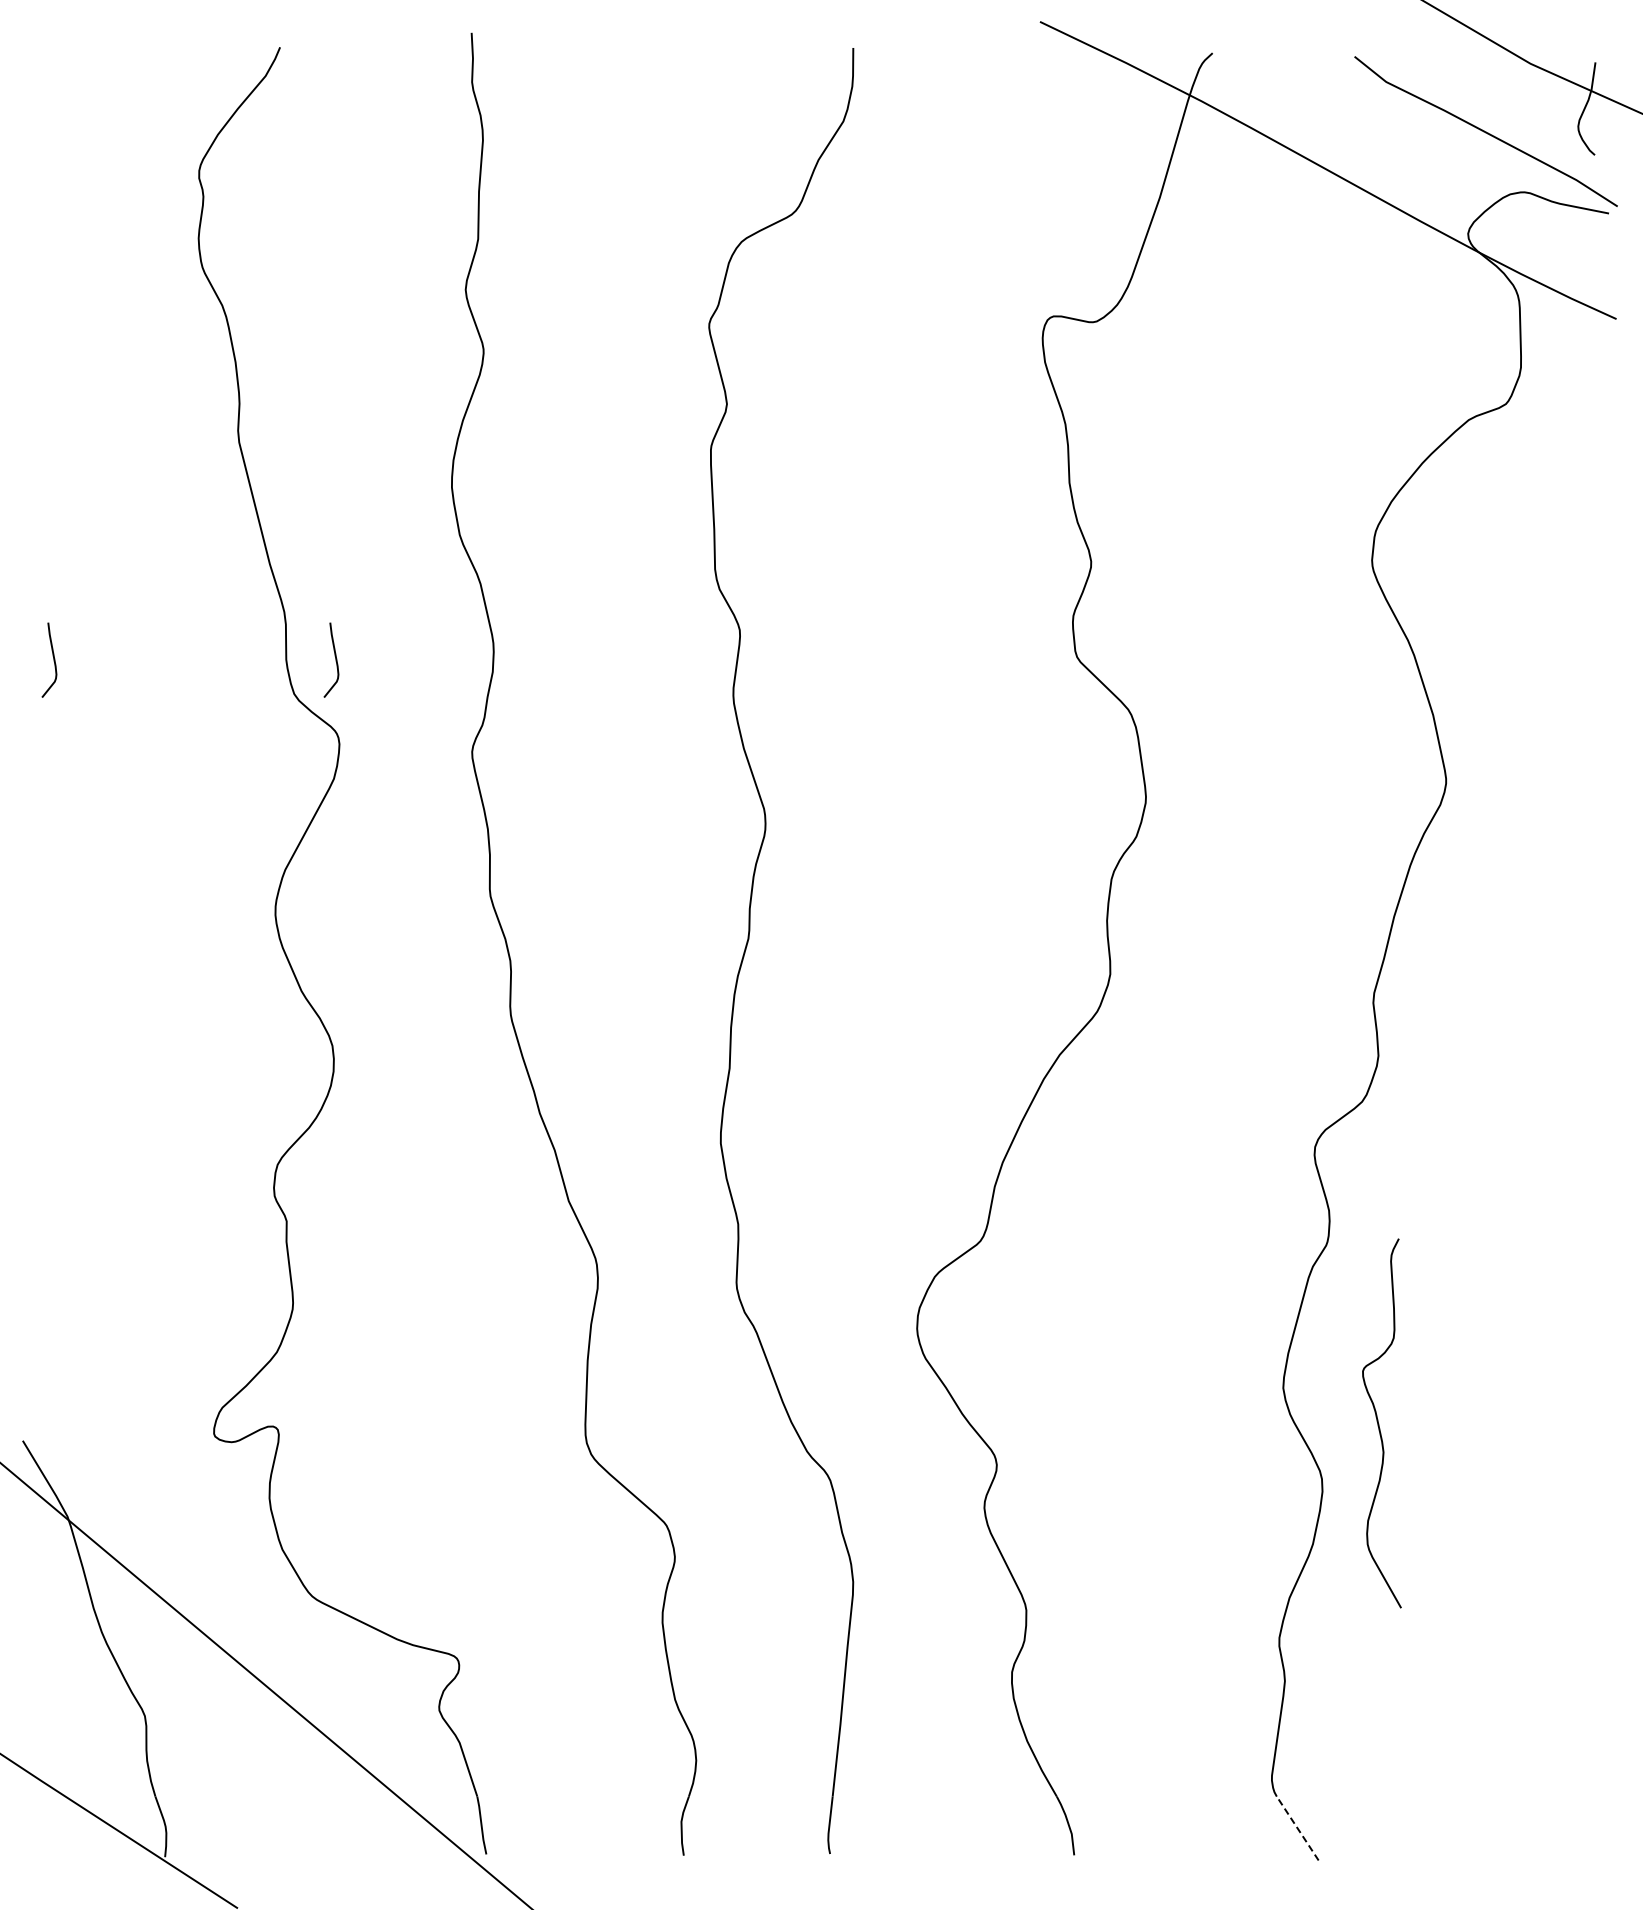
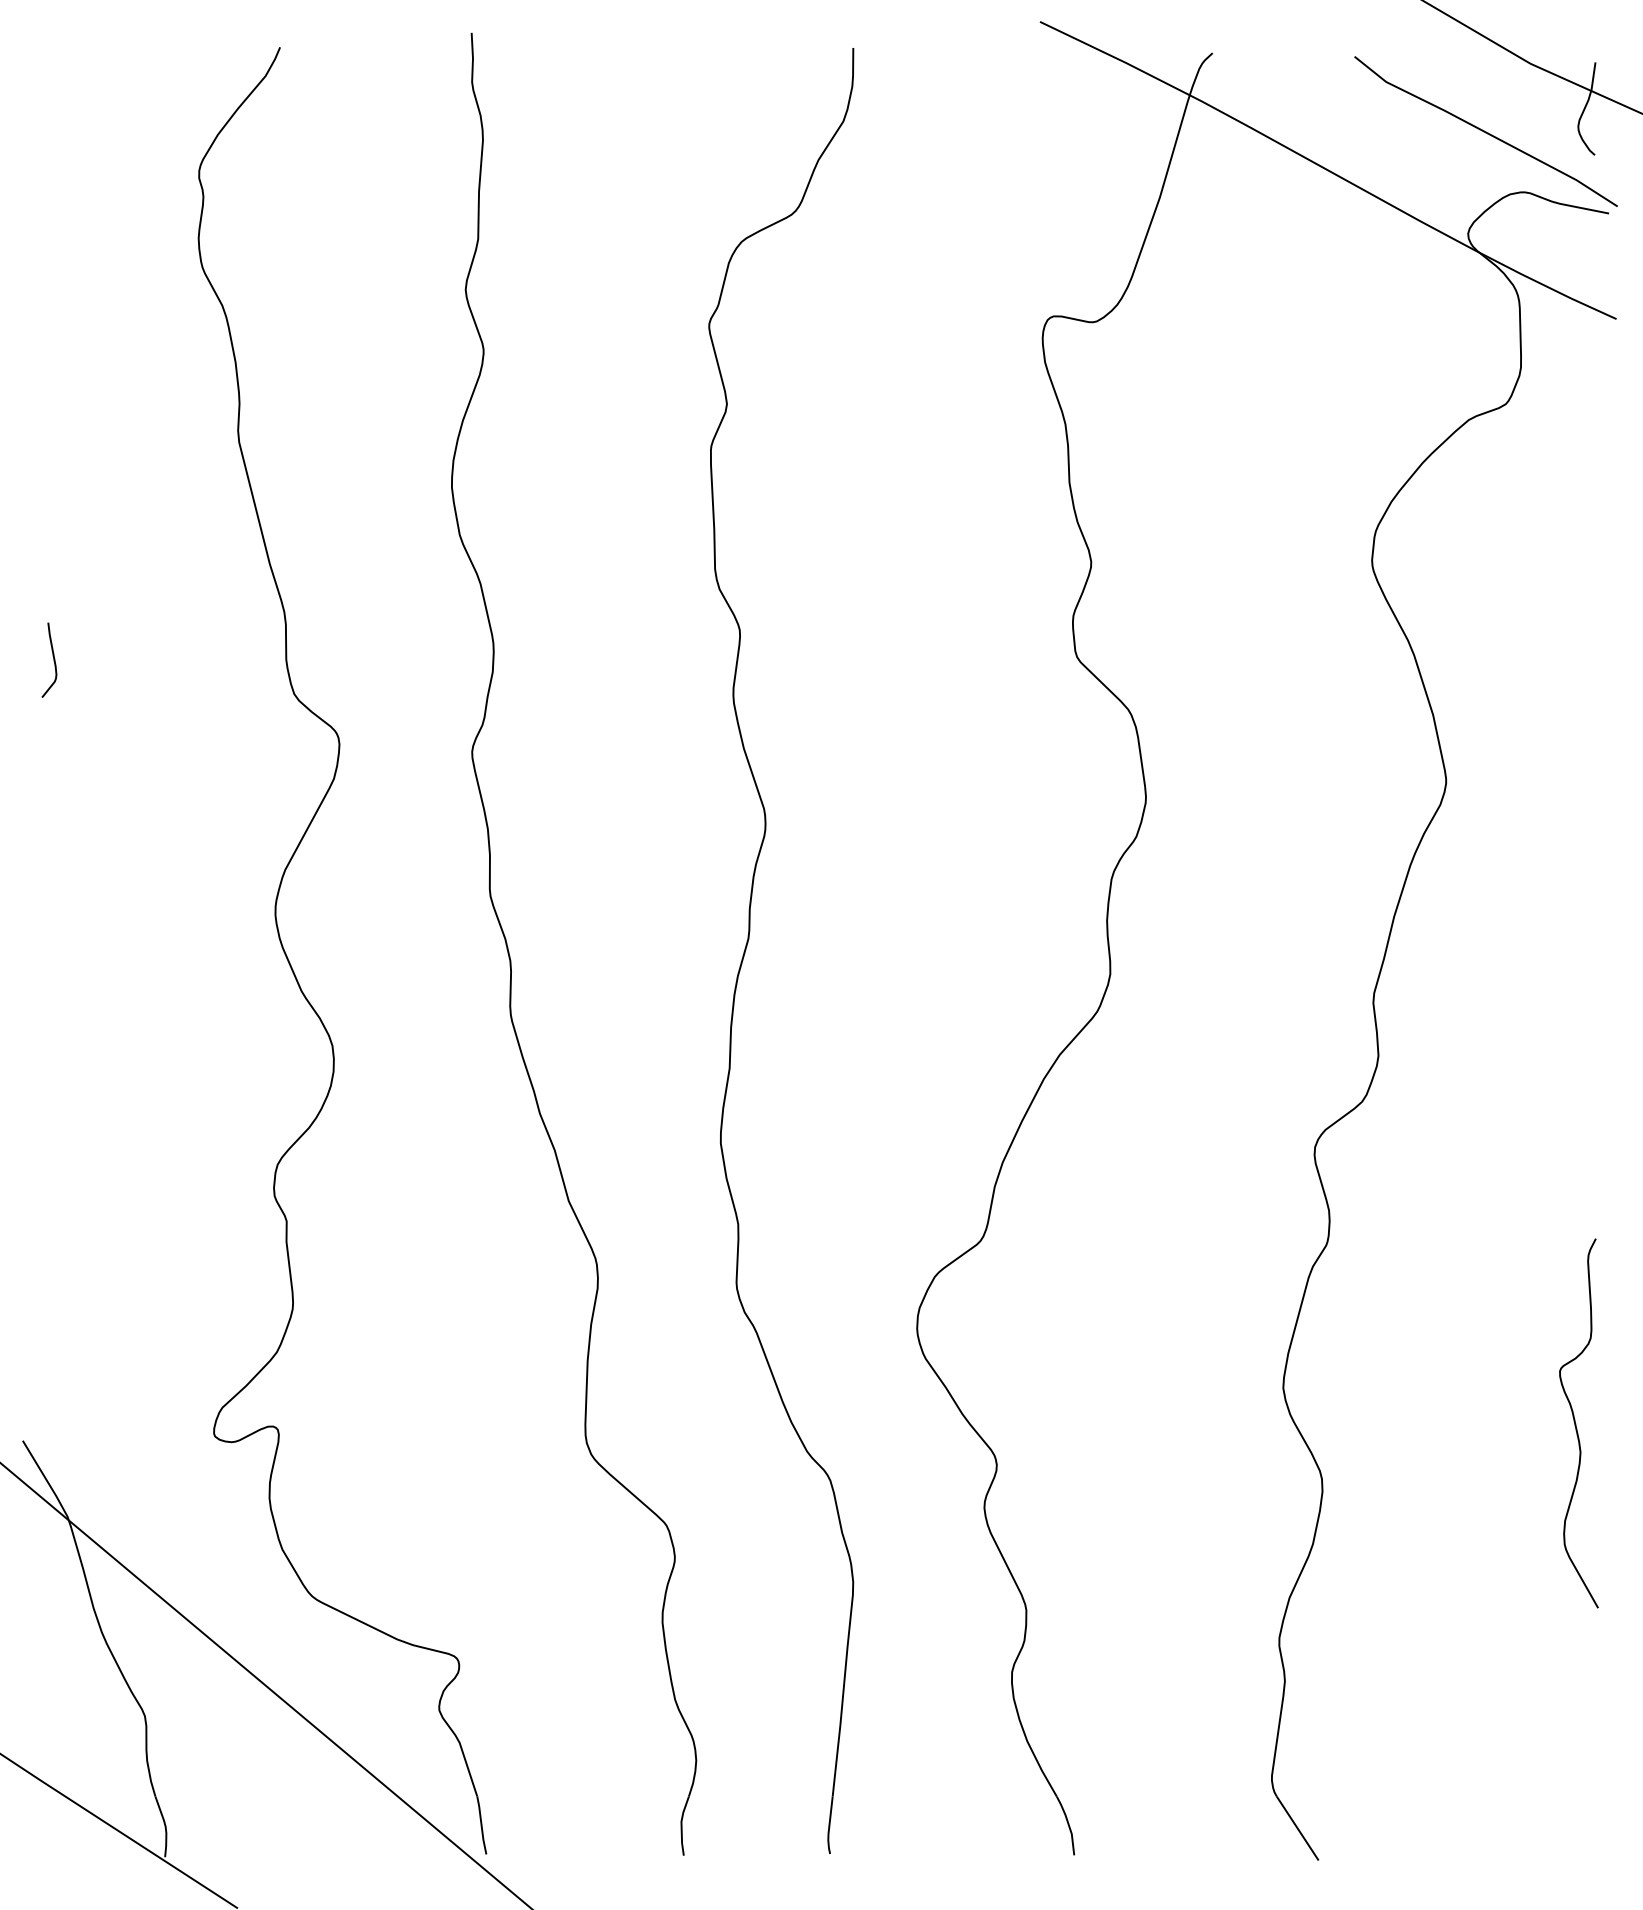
curve at (335, 659): present -> none
curve at (1379, 1423) position: (1379, 1423) -> (1576, 1423)
line at (1297, 1828): dashed -> solid
